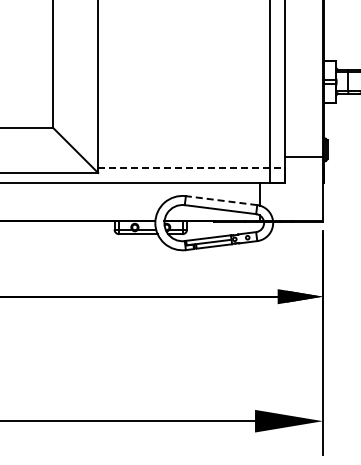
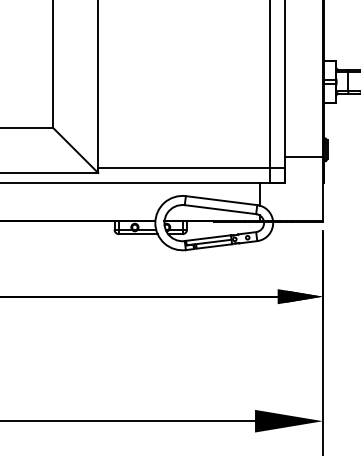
line at (192, 168): dashed -> solid
line at (221, 200): dashed -> solid
